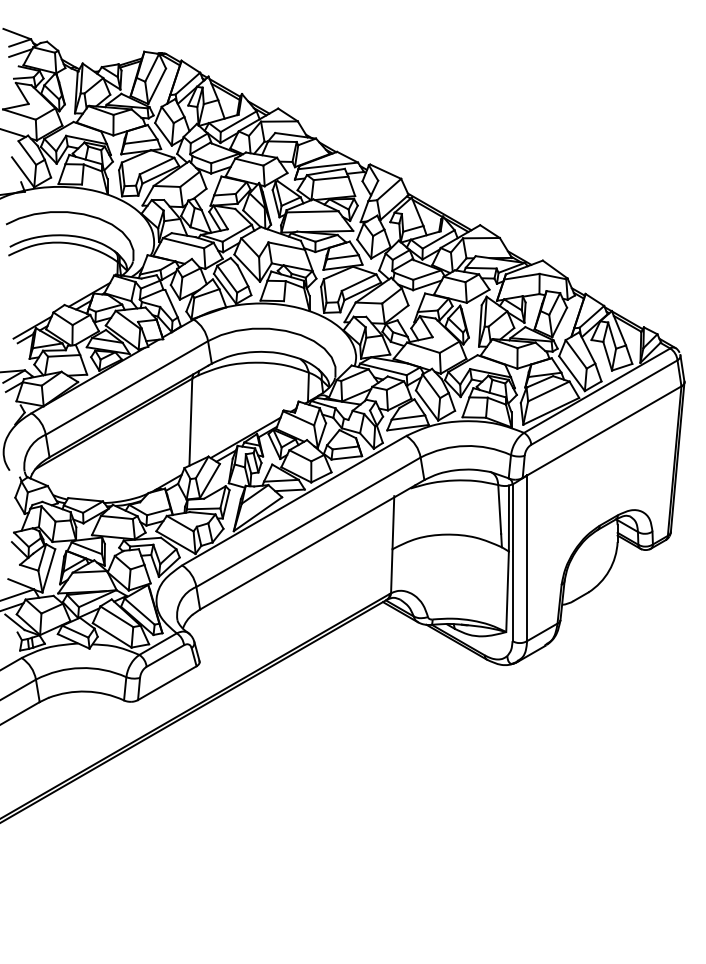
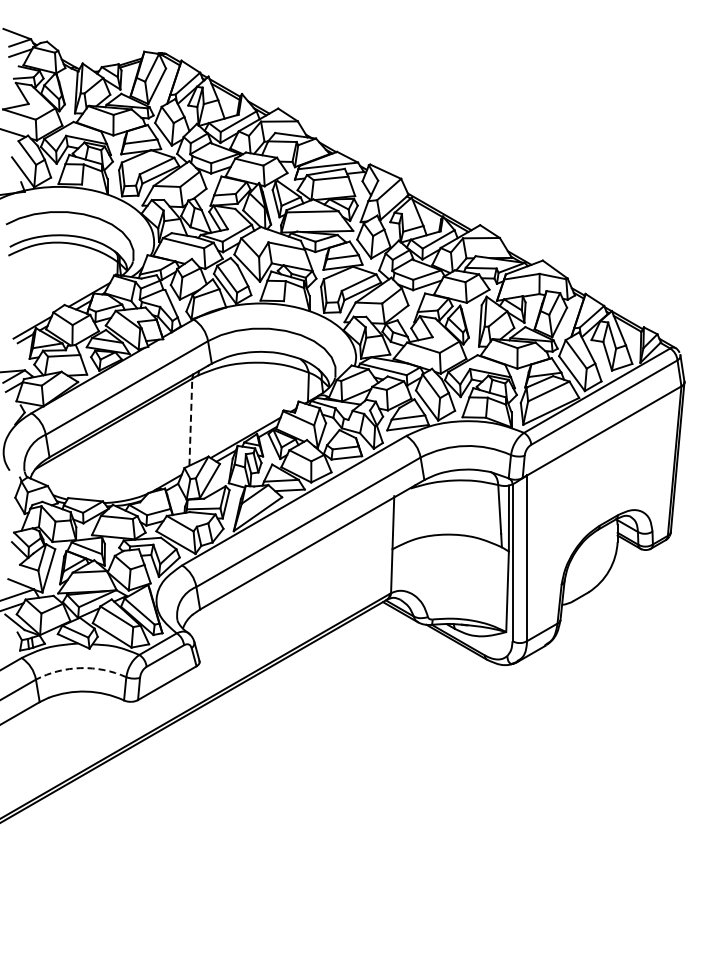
line at (190, 422): solid -> dashed
arc at (80, 668): solid -> dashed
